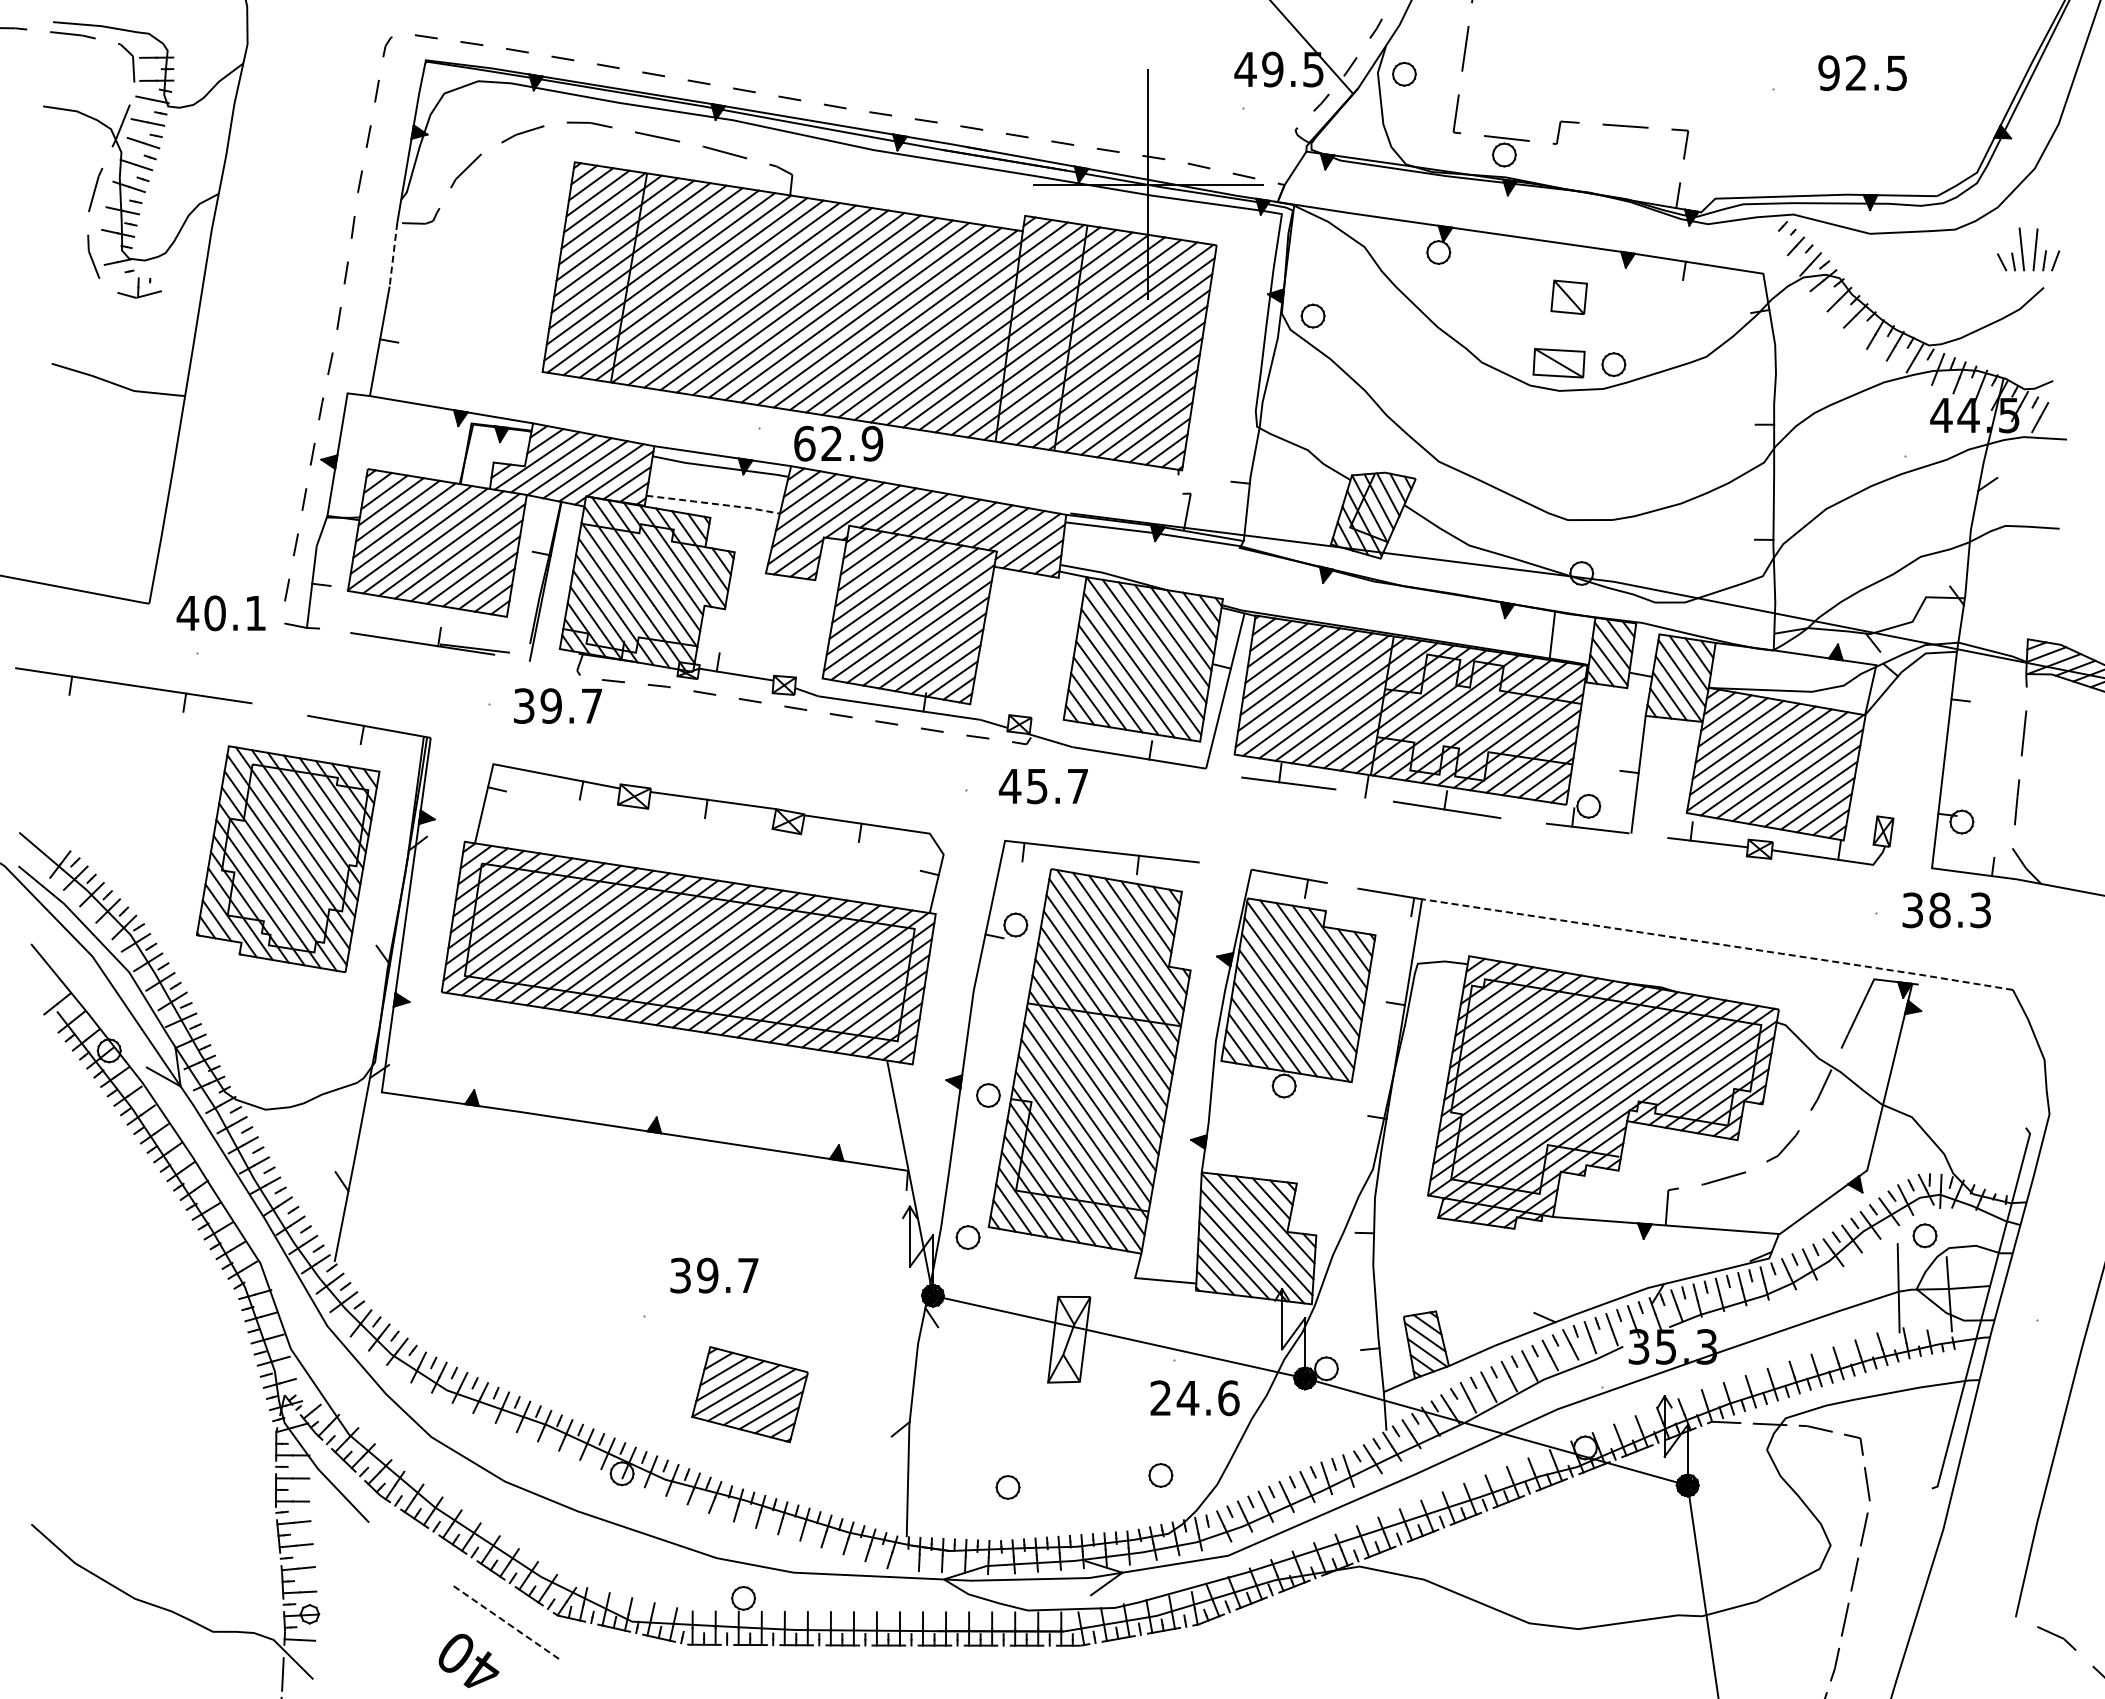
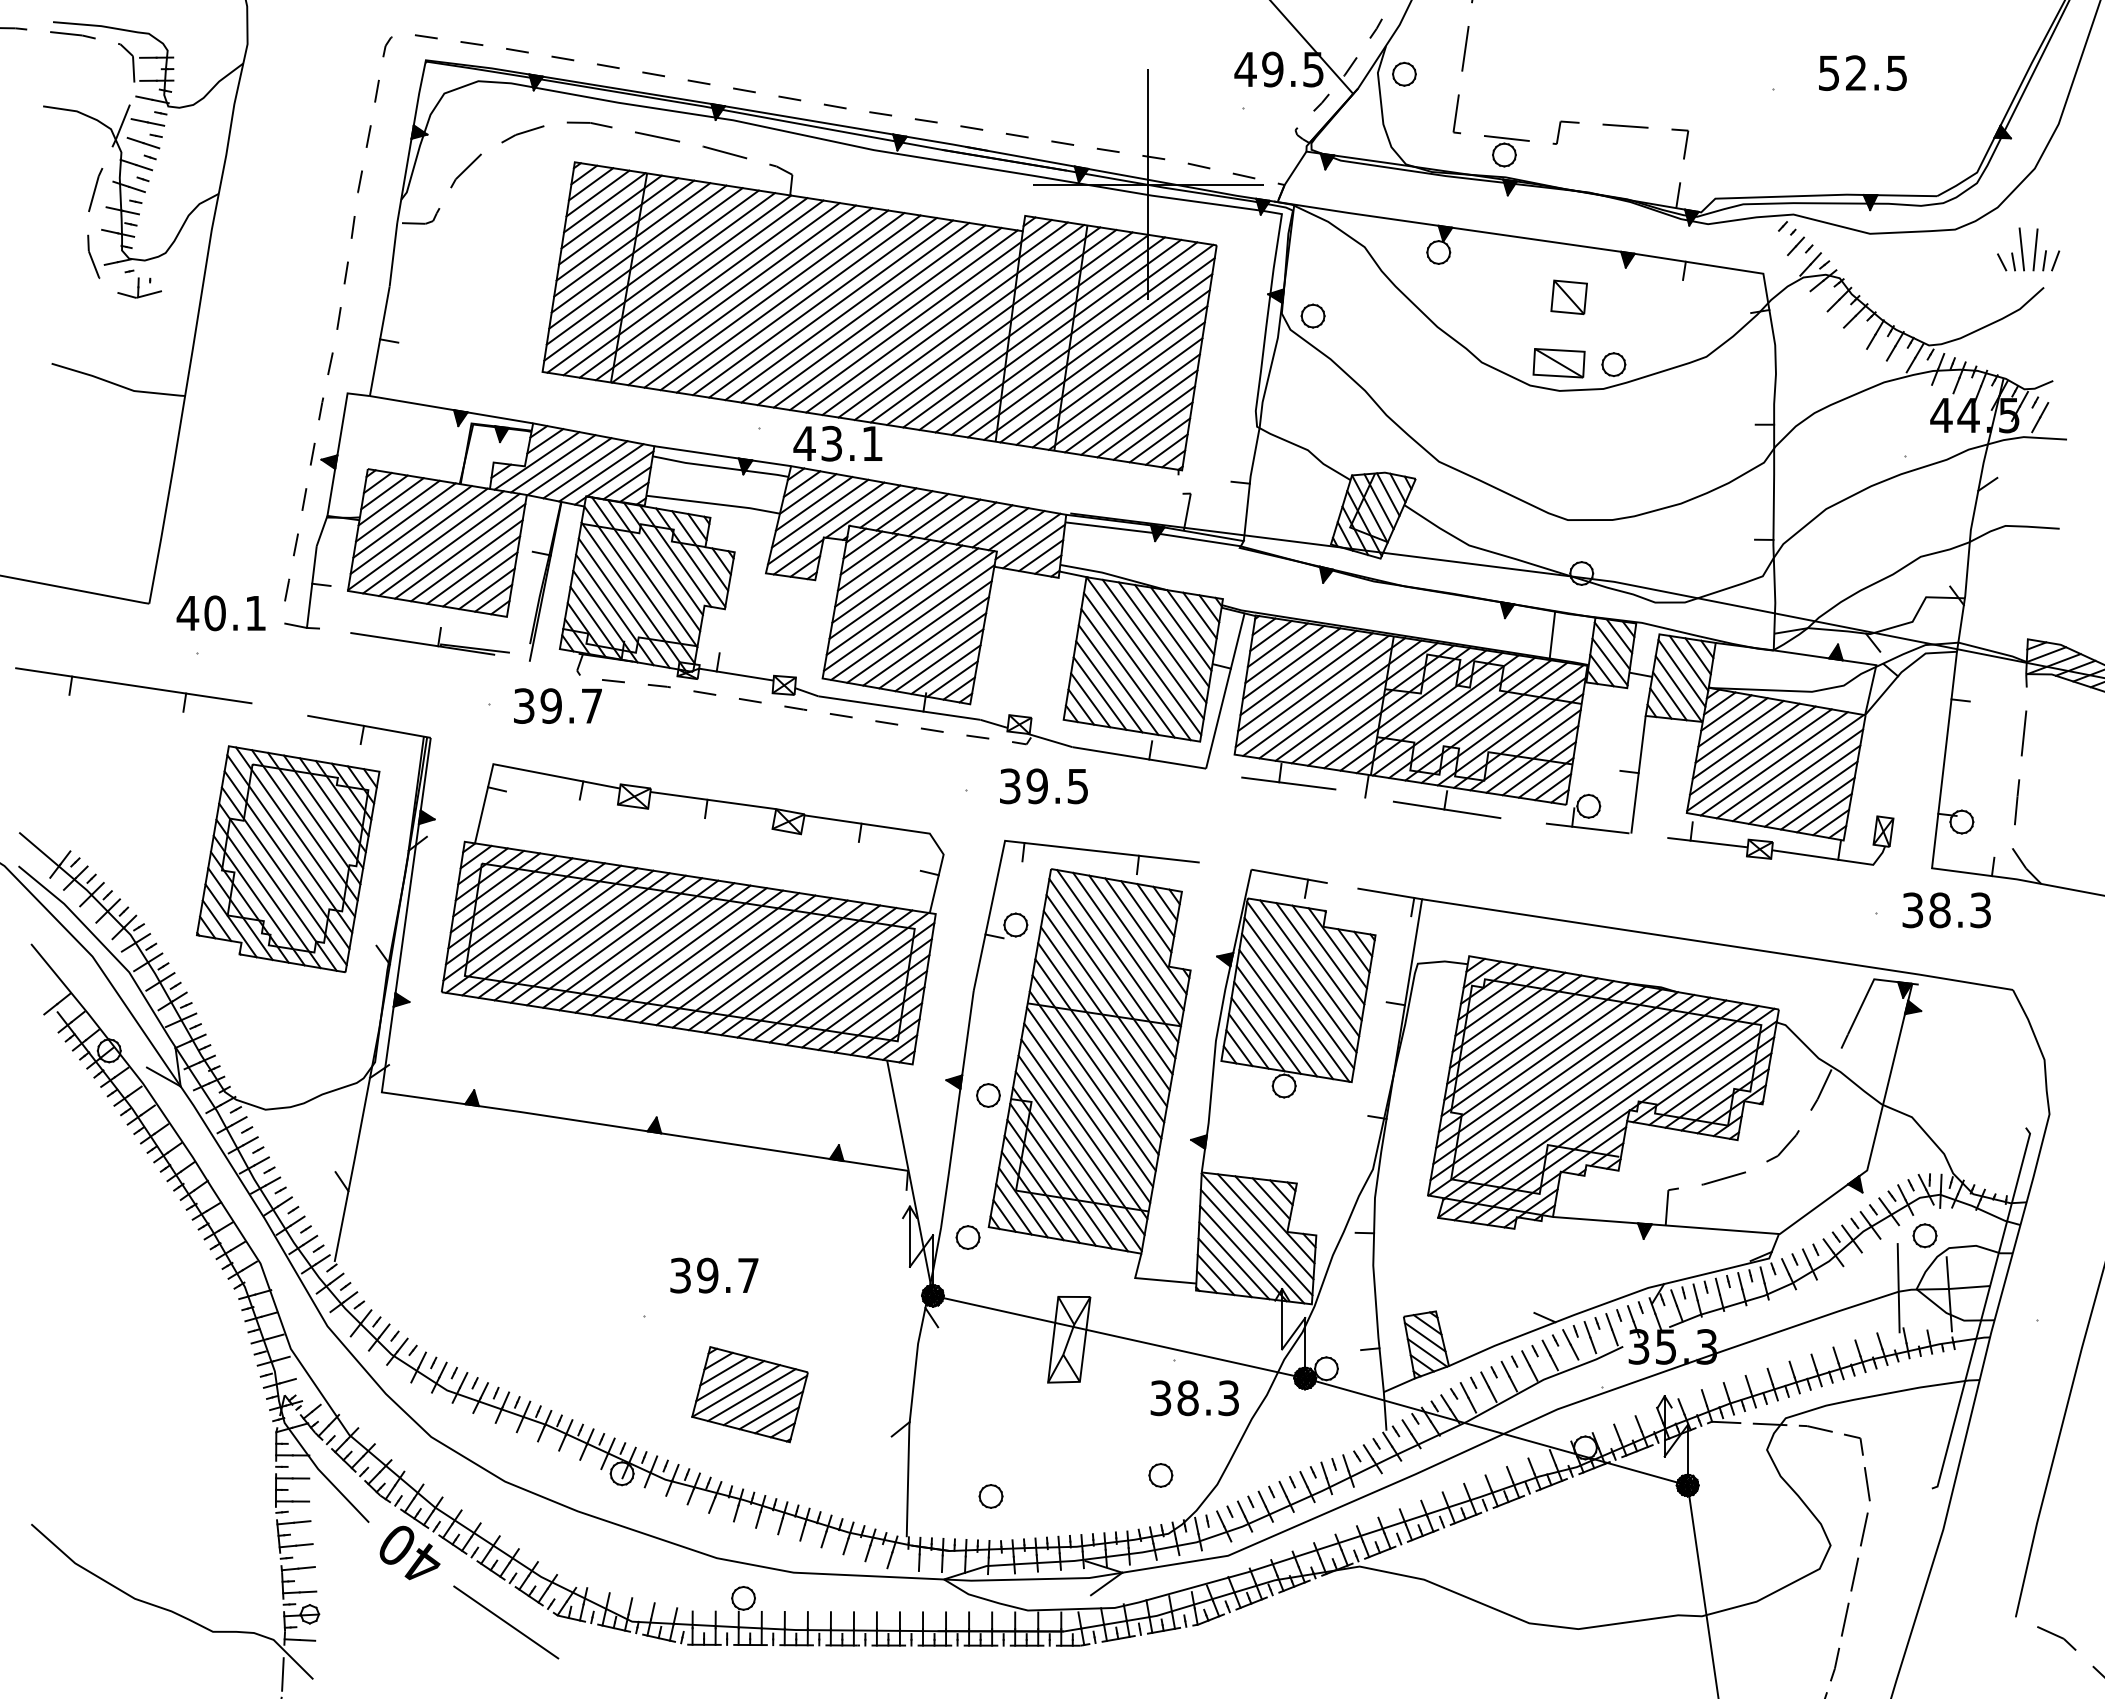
text at (1828, 72): 92.5 -> 52.5
line at (393, 254): dashed -> solid
text at (838, 443): 62.9 -> 43.1
line at (714, 503): dashed -> solid
text at (1042, 786): 45.7 -> 39.5
line at (1718, 944): dashed -> solid
text at (1194, 1398): 24.6 -> 38.3
part at (1007, 1487) position: (1007, 1487) -> (990, 1496)
line at (505, 1622): dashed -> solid
text at (468, 1660) position: (468, 1660) -> (409, 1552)
